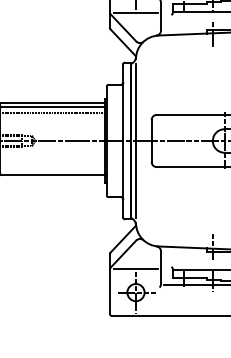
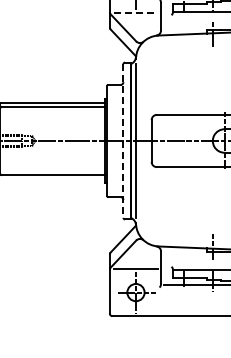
line at (136, 13): solid -> dashed
line at (53, 112): present -> none
line at (123, 141): solid -> dashed
